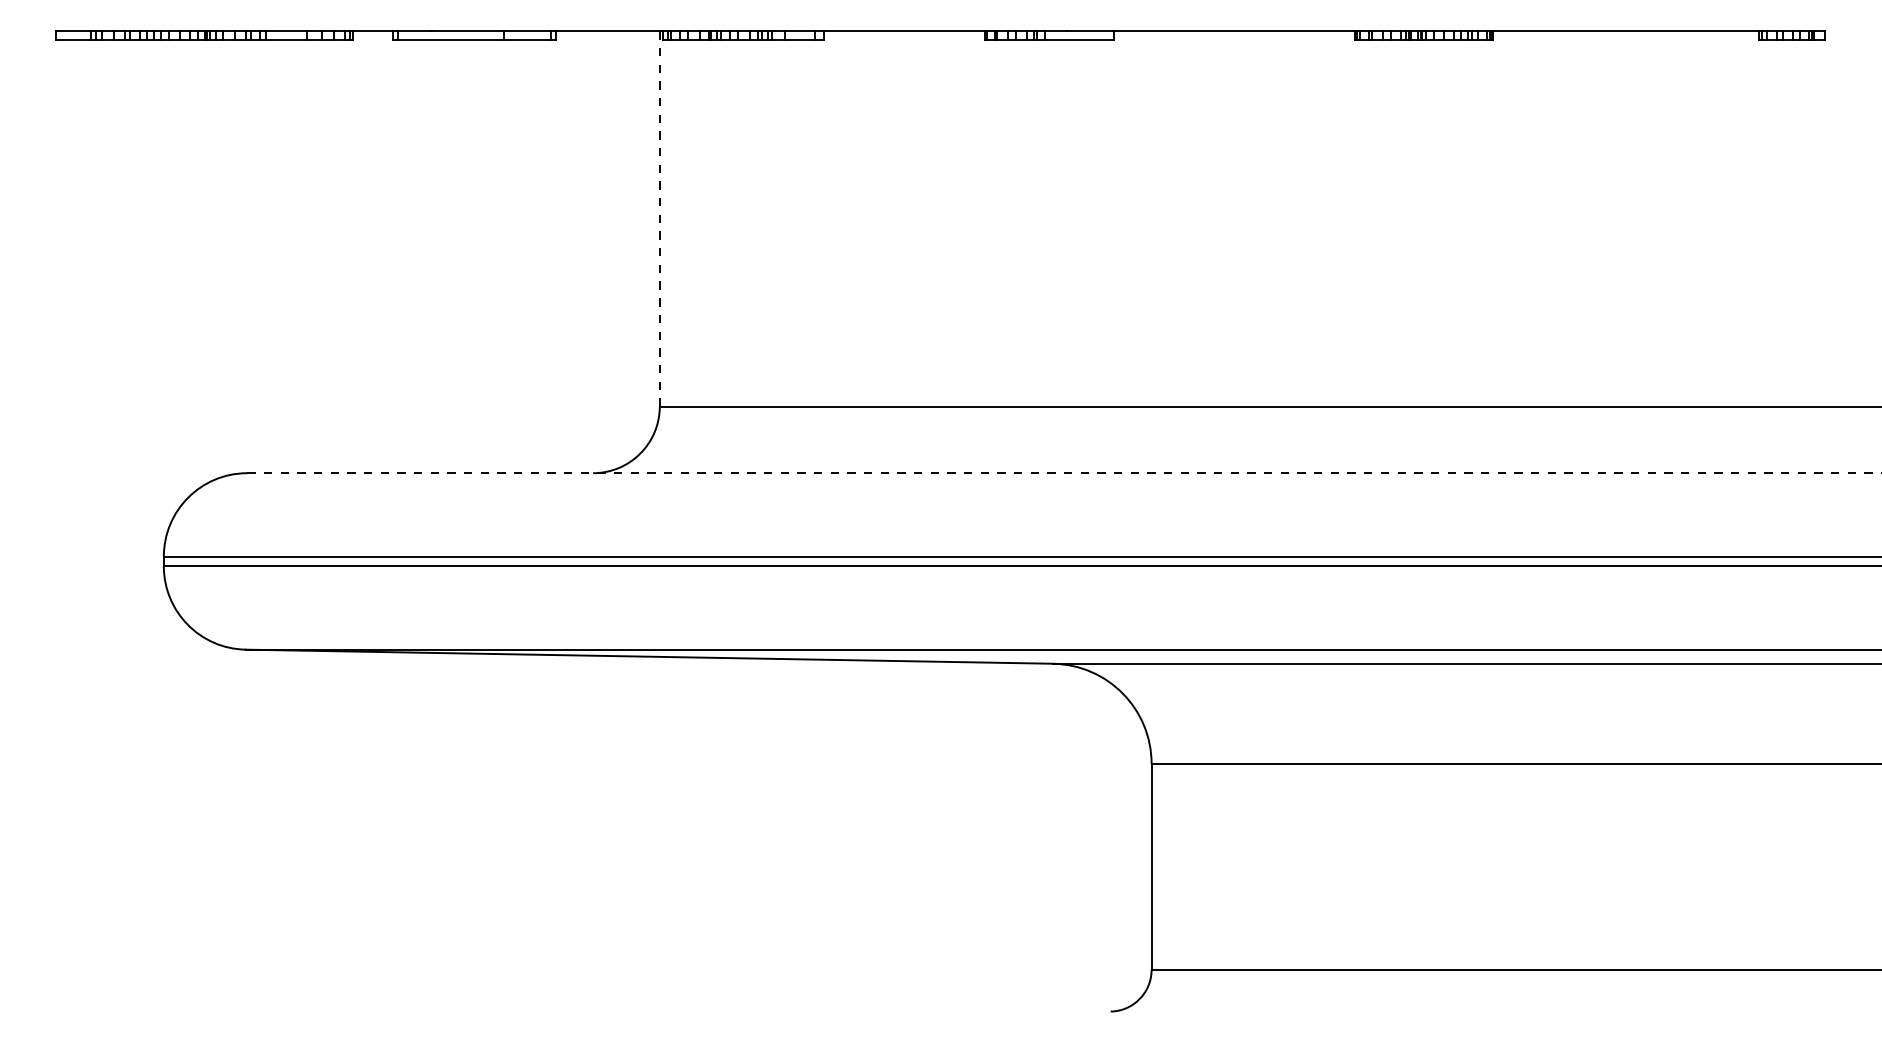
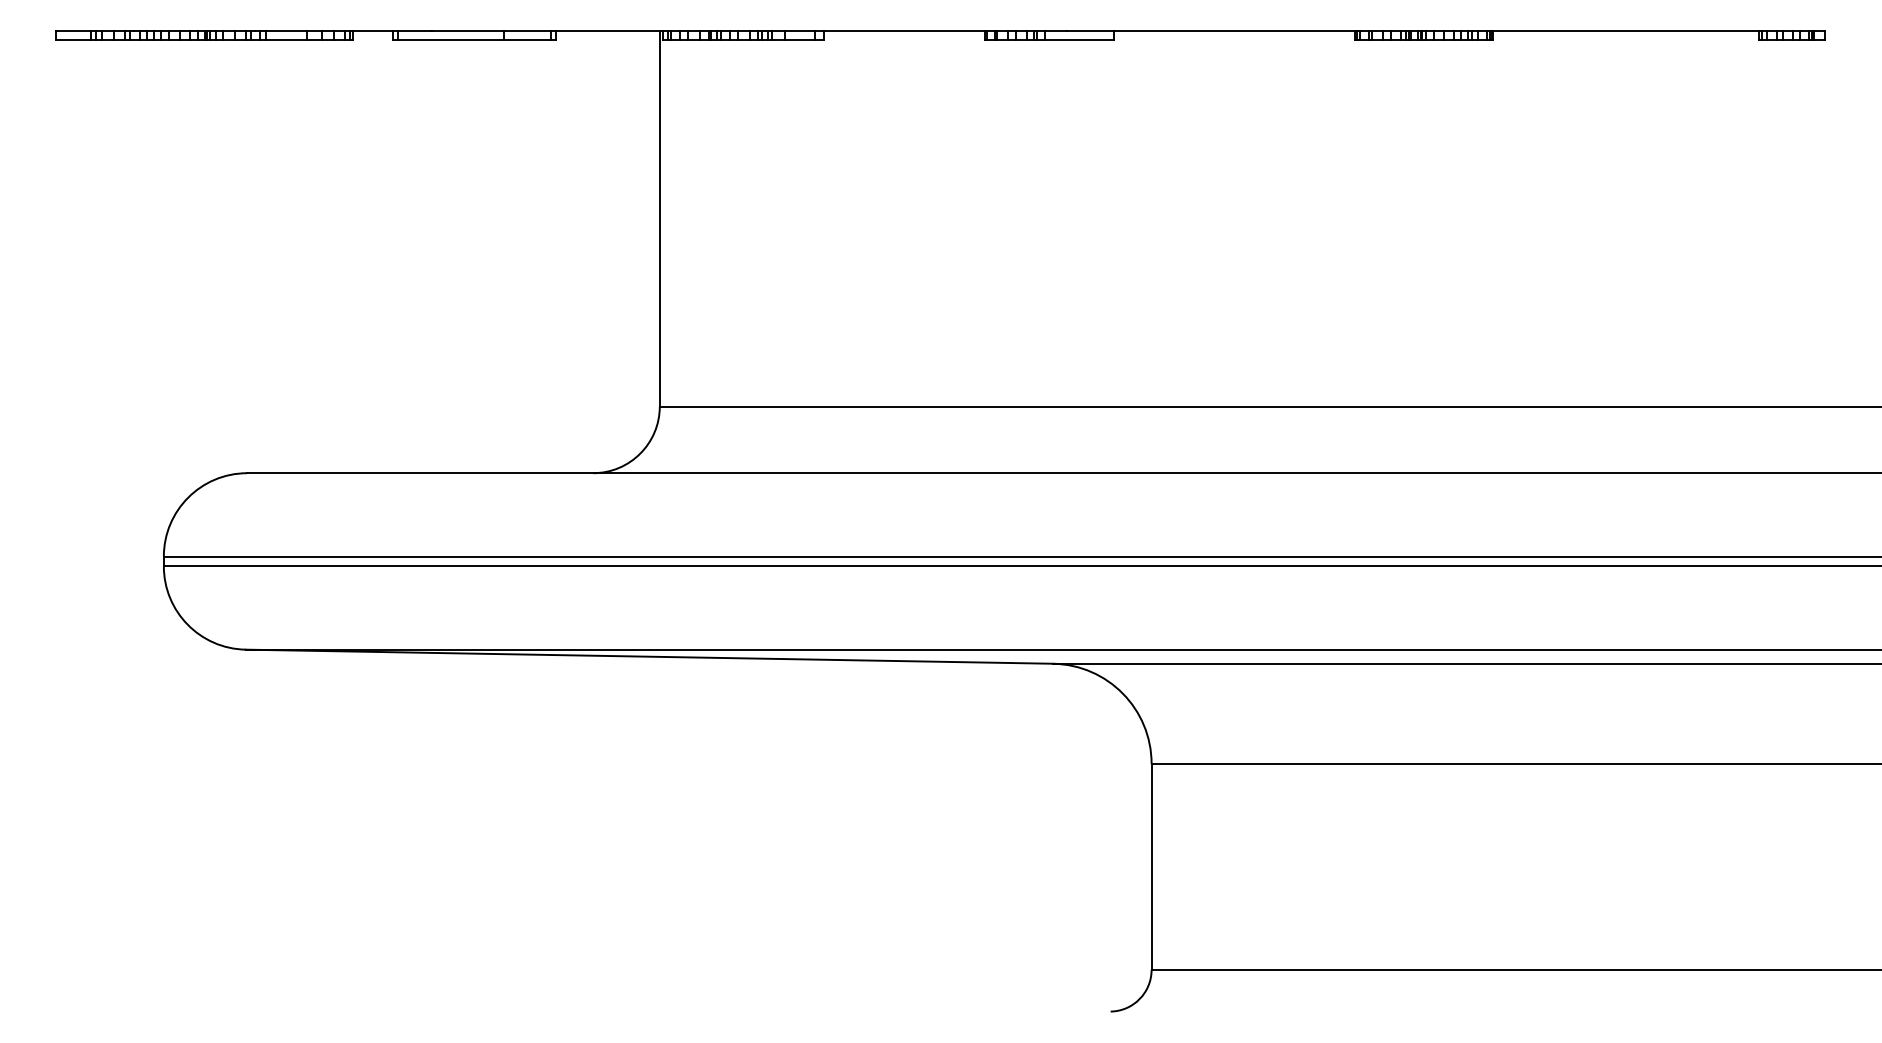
line at (659, 218): dashed -> solid
line at (1064, 473): dashed -> solid
